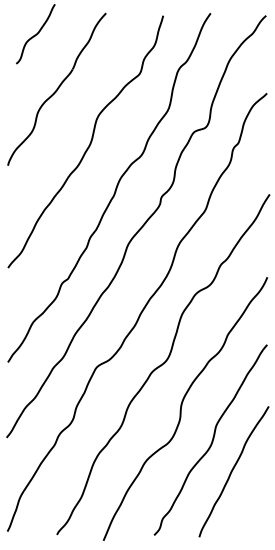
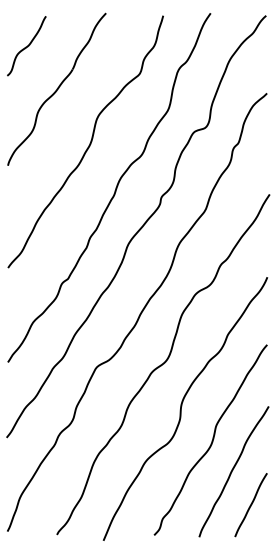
curve at (35, 34) position: (35, 34) -> (26, 46)
line at (250, 505): none -> present
